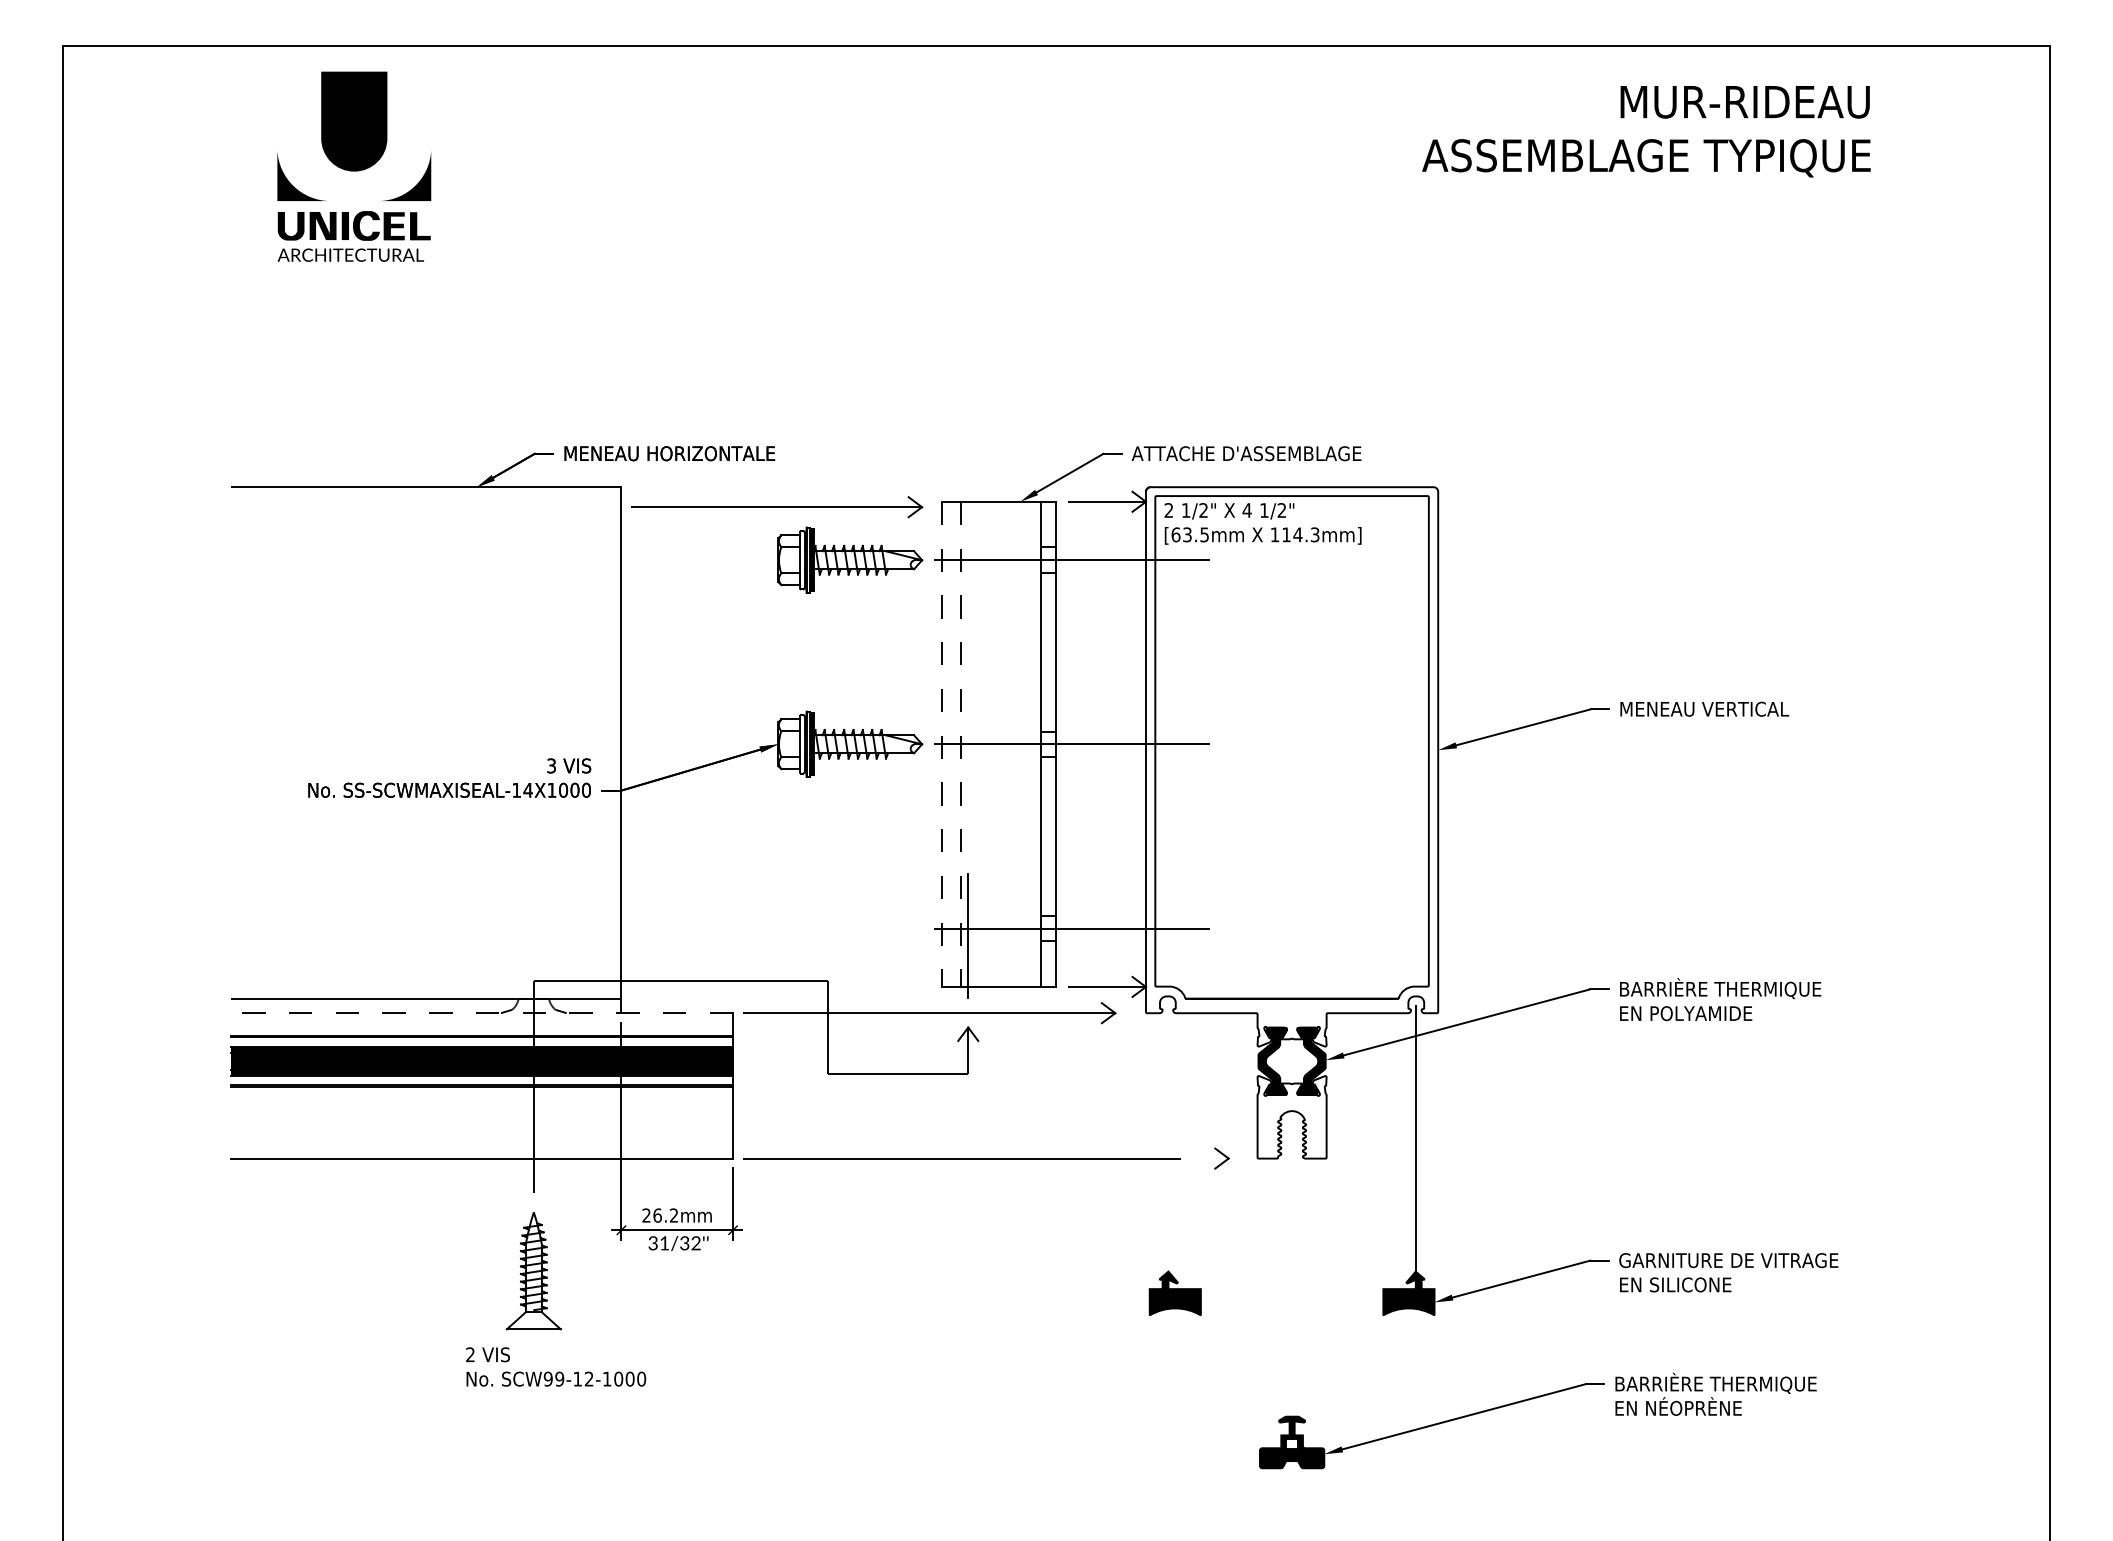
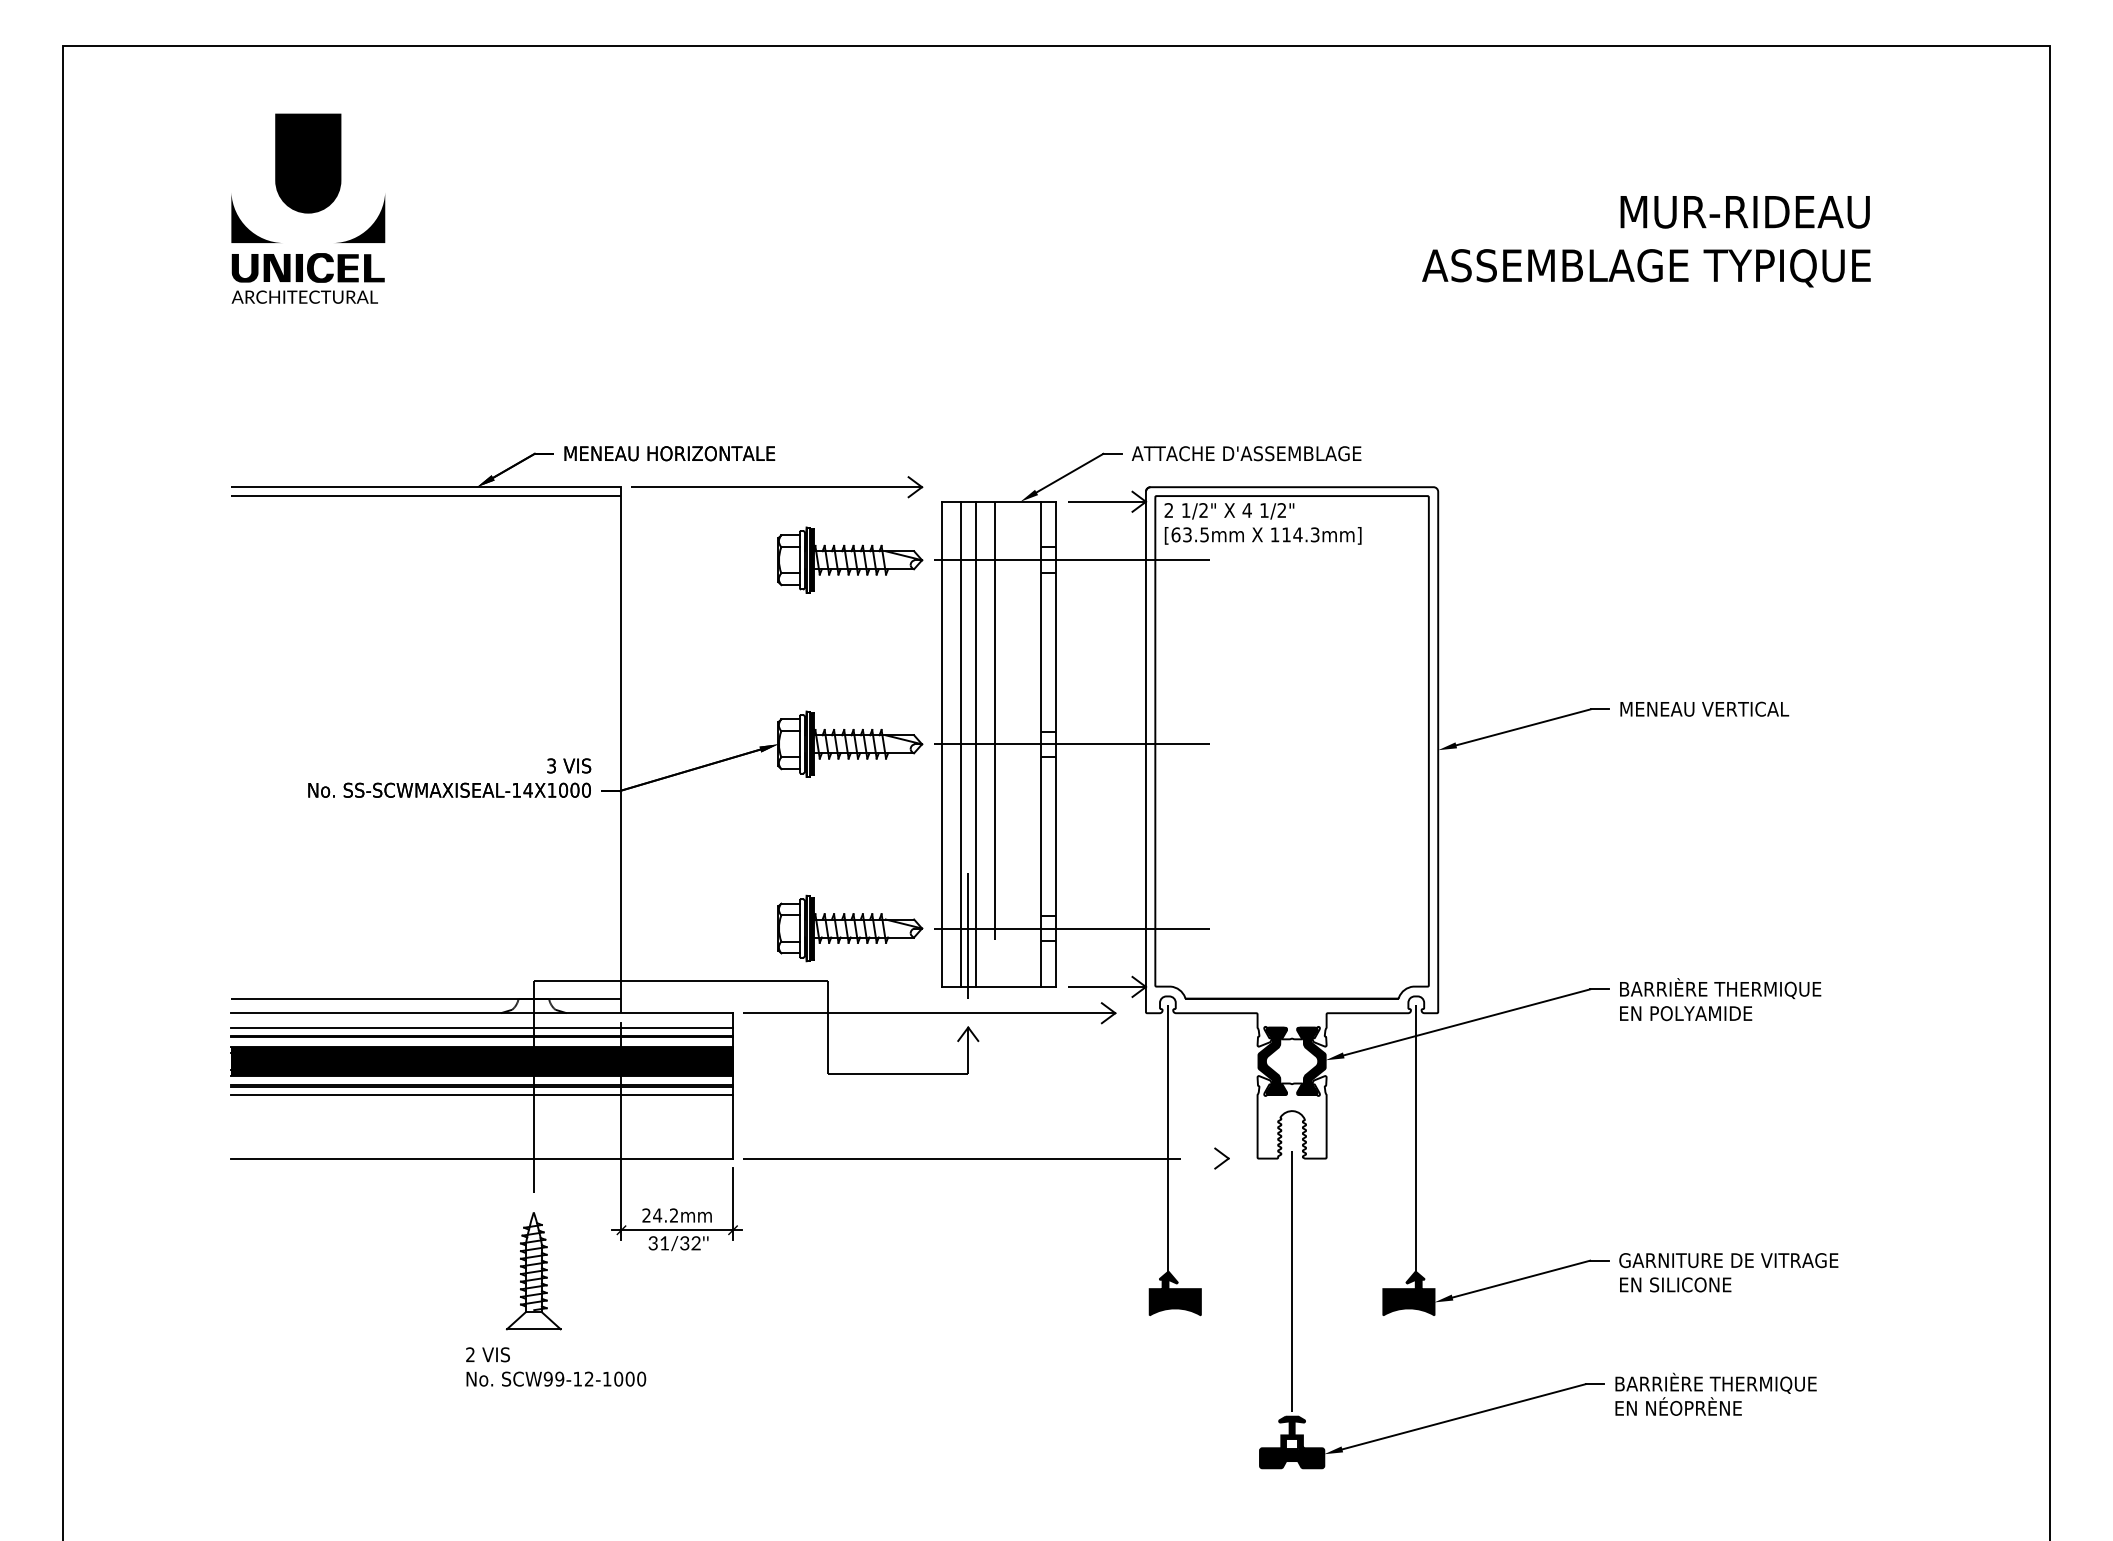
text at (1646, 131) position: (1646, 131) -> (1646, 241)
text at (354, 166) position: (354, 166) -> (308, 208)
line at (426, 496): none -> present
part at (777, 507) position: (777, 507) -> (777, 487)
line at (975, 743): none -> present
line at (994, 743): none -> present
line at (941, 744): dashed -> solid
line at (960, 744): dashed -> solid
part at (850, 928): none -> present
line at (482, 1013): dashed -> solid
line at (482, 1027): none -> present
line at (482, 1095): none -> present
line at (1167, 1142): none -> present
text at (657, 1215): 26.2mm -> 24.2mm
line at (1292, 1281): none -> present
